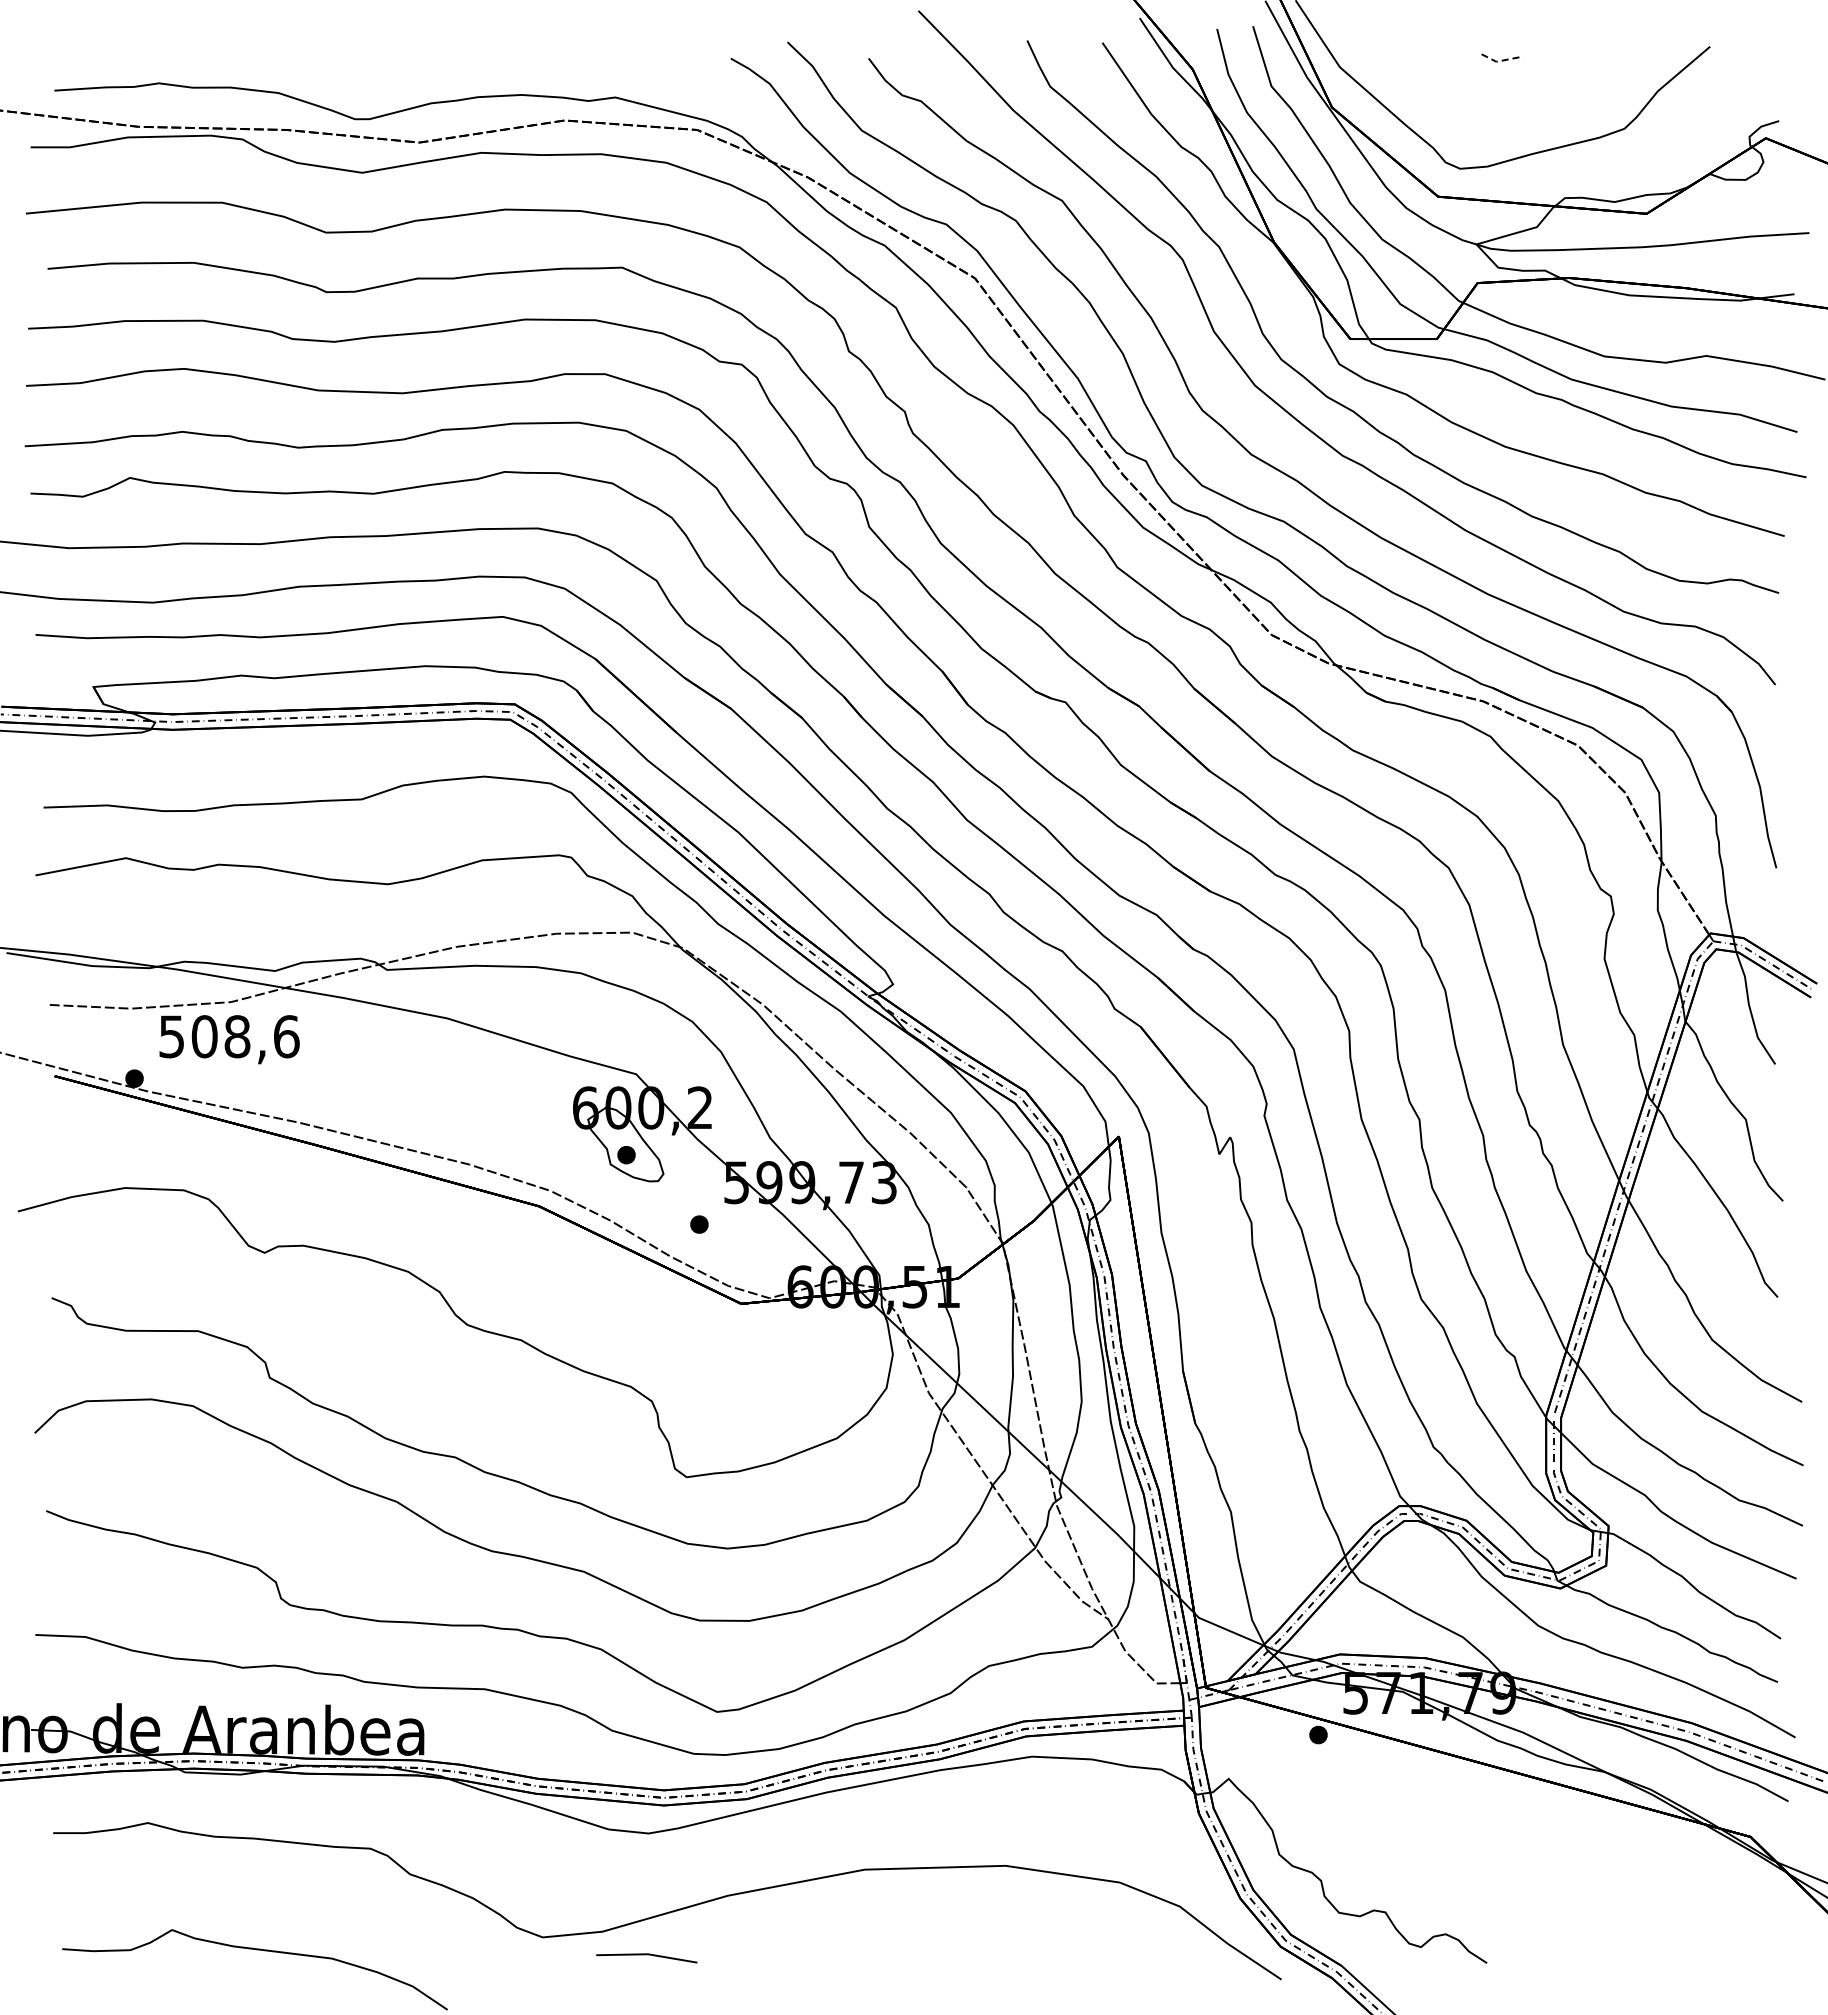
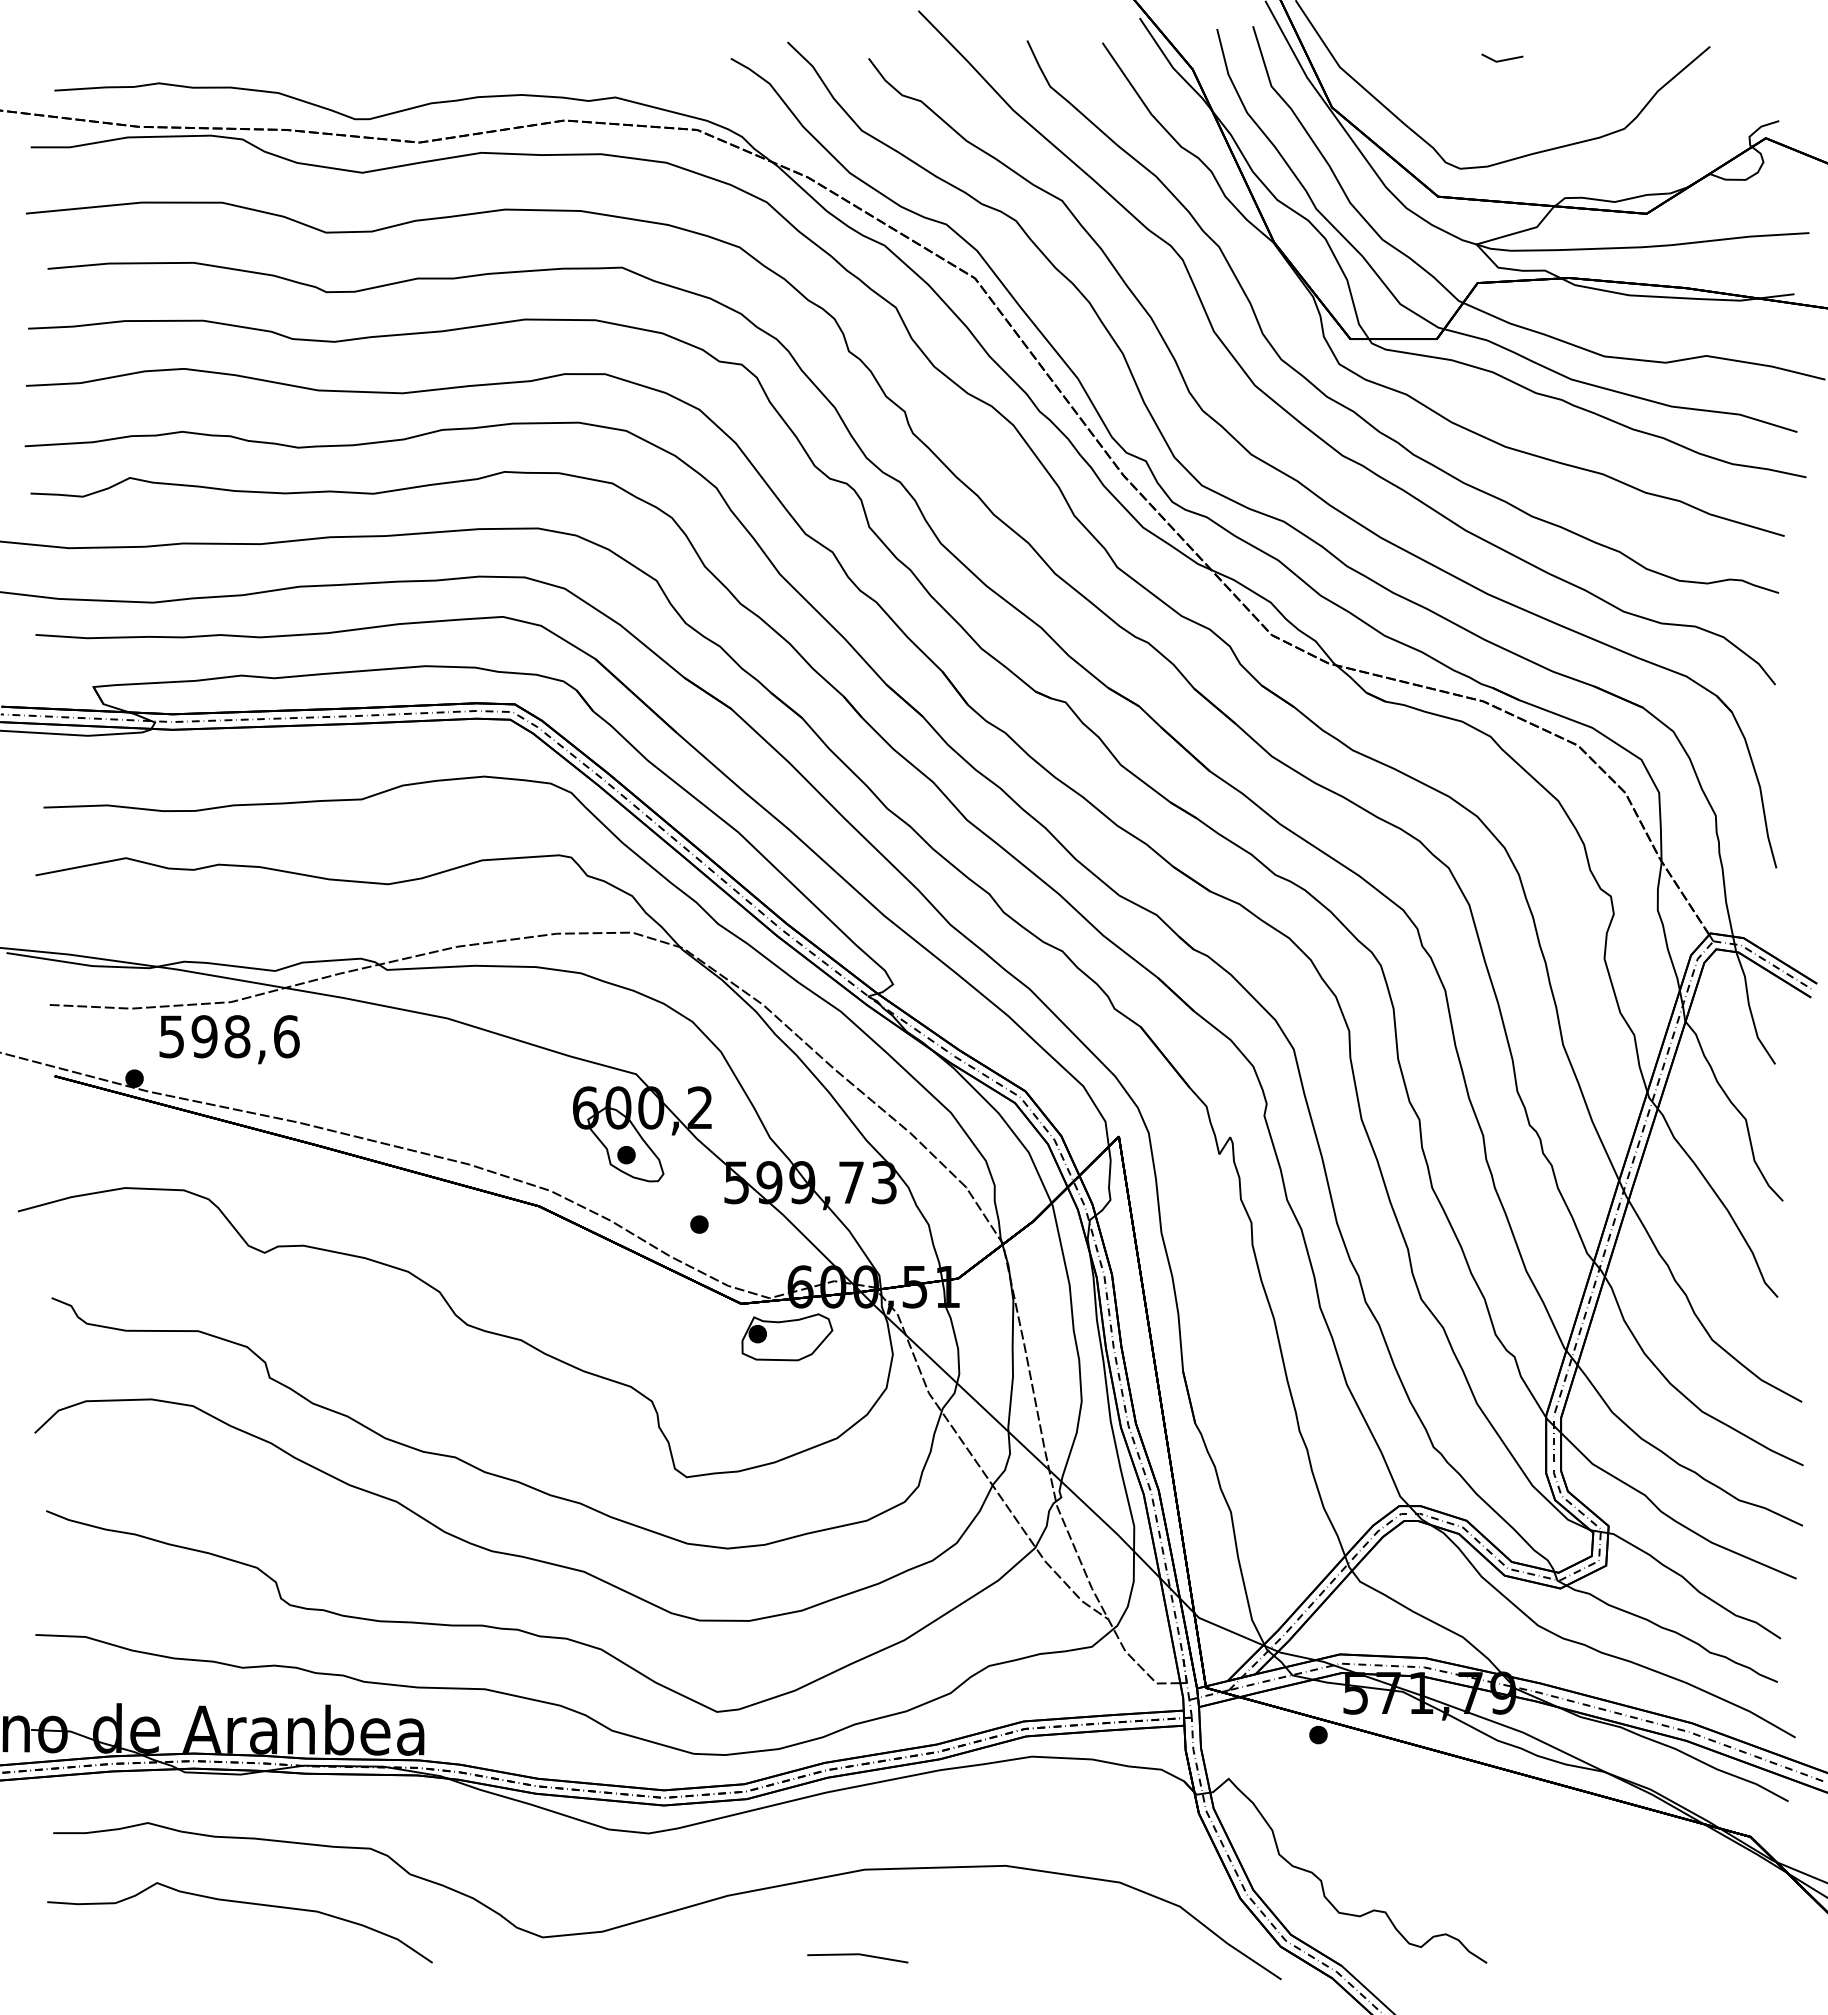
line at (1501, 60): dashed -> solid
text at (204, 1036): 508,6 -> 598,6
part at (787, 1337): none -> present
curve at (256, 1950) position: (256, 1950) -> (241, 1903)
line at (646, 1955) position: (646, 1955) -> (857, 1955)
